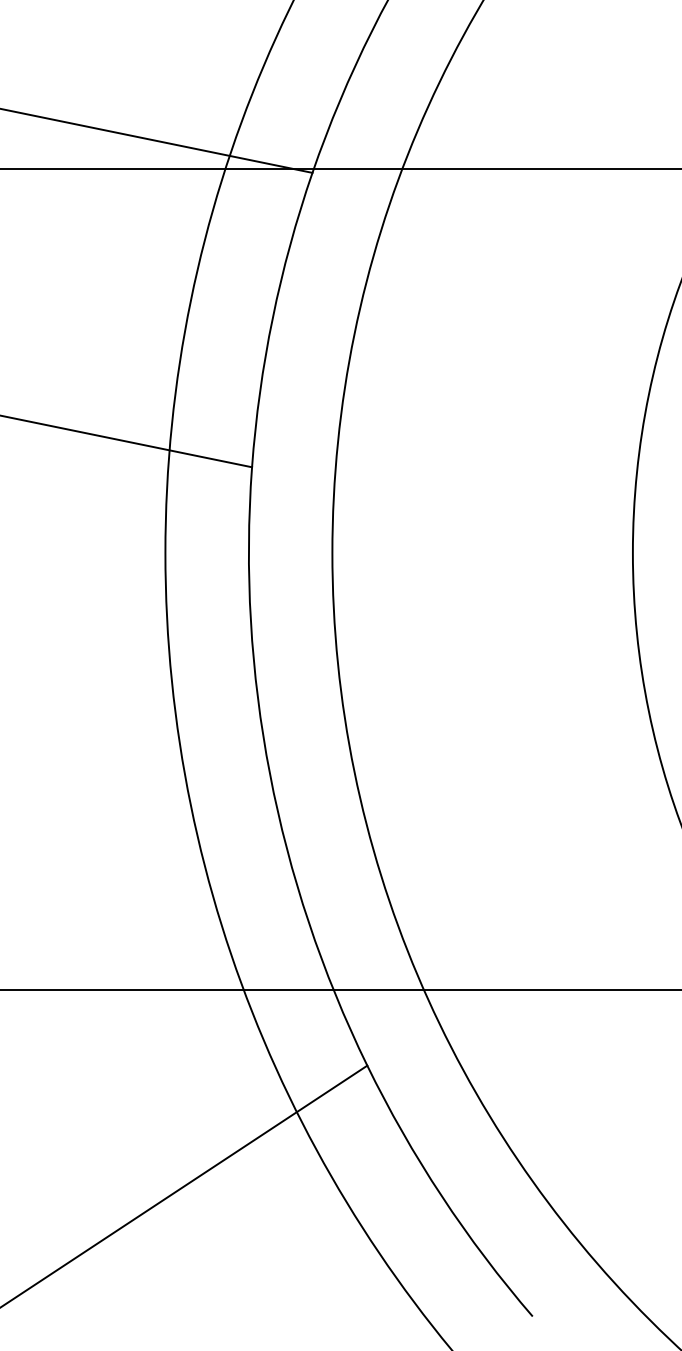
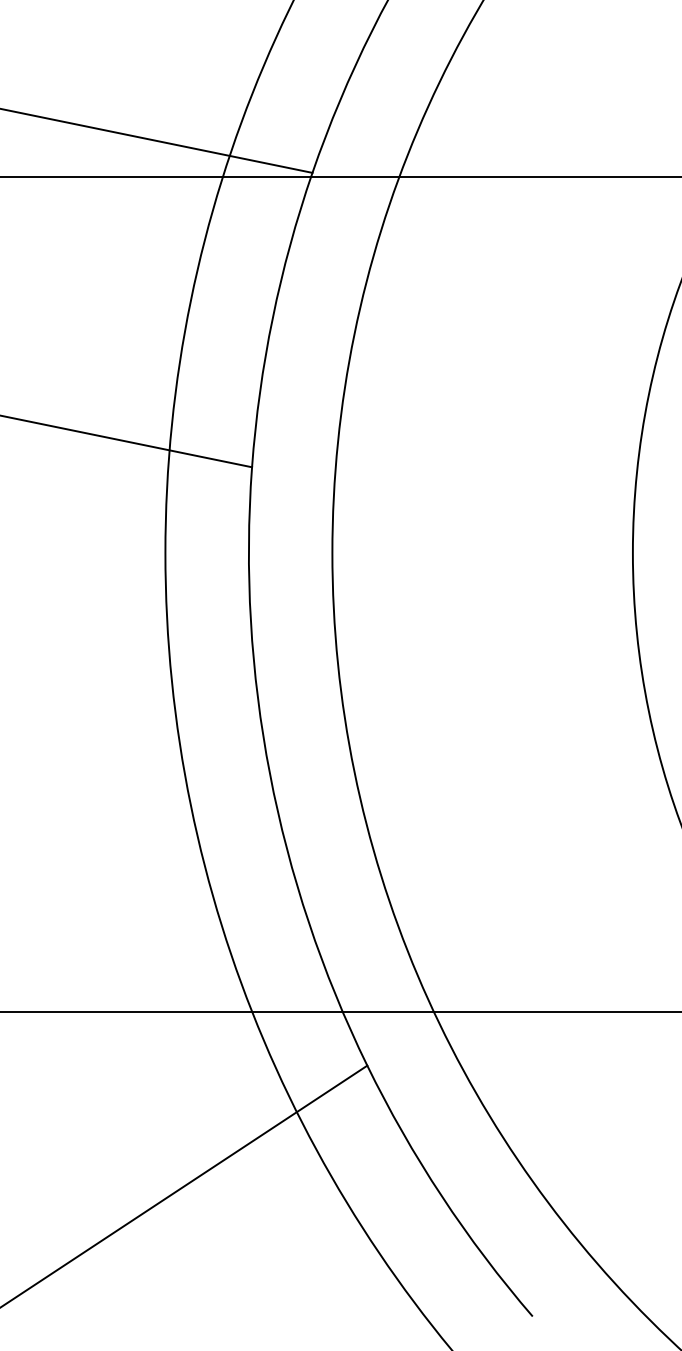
line at (340, 169) position: (340, 169) -> (340, 177)
line at (340, 990) position: (340, 990) -> (340, 1012)
